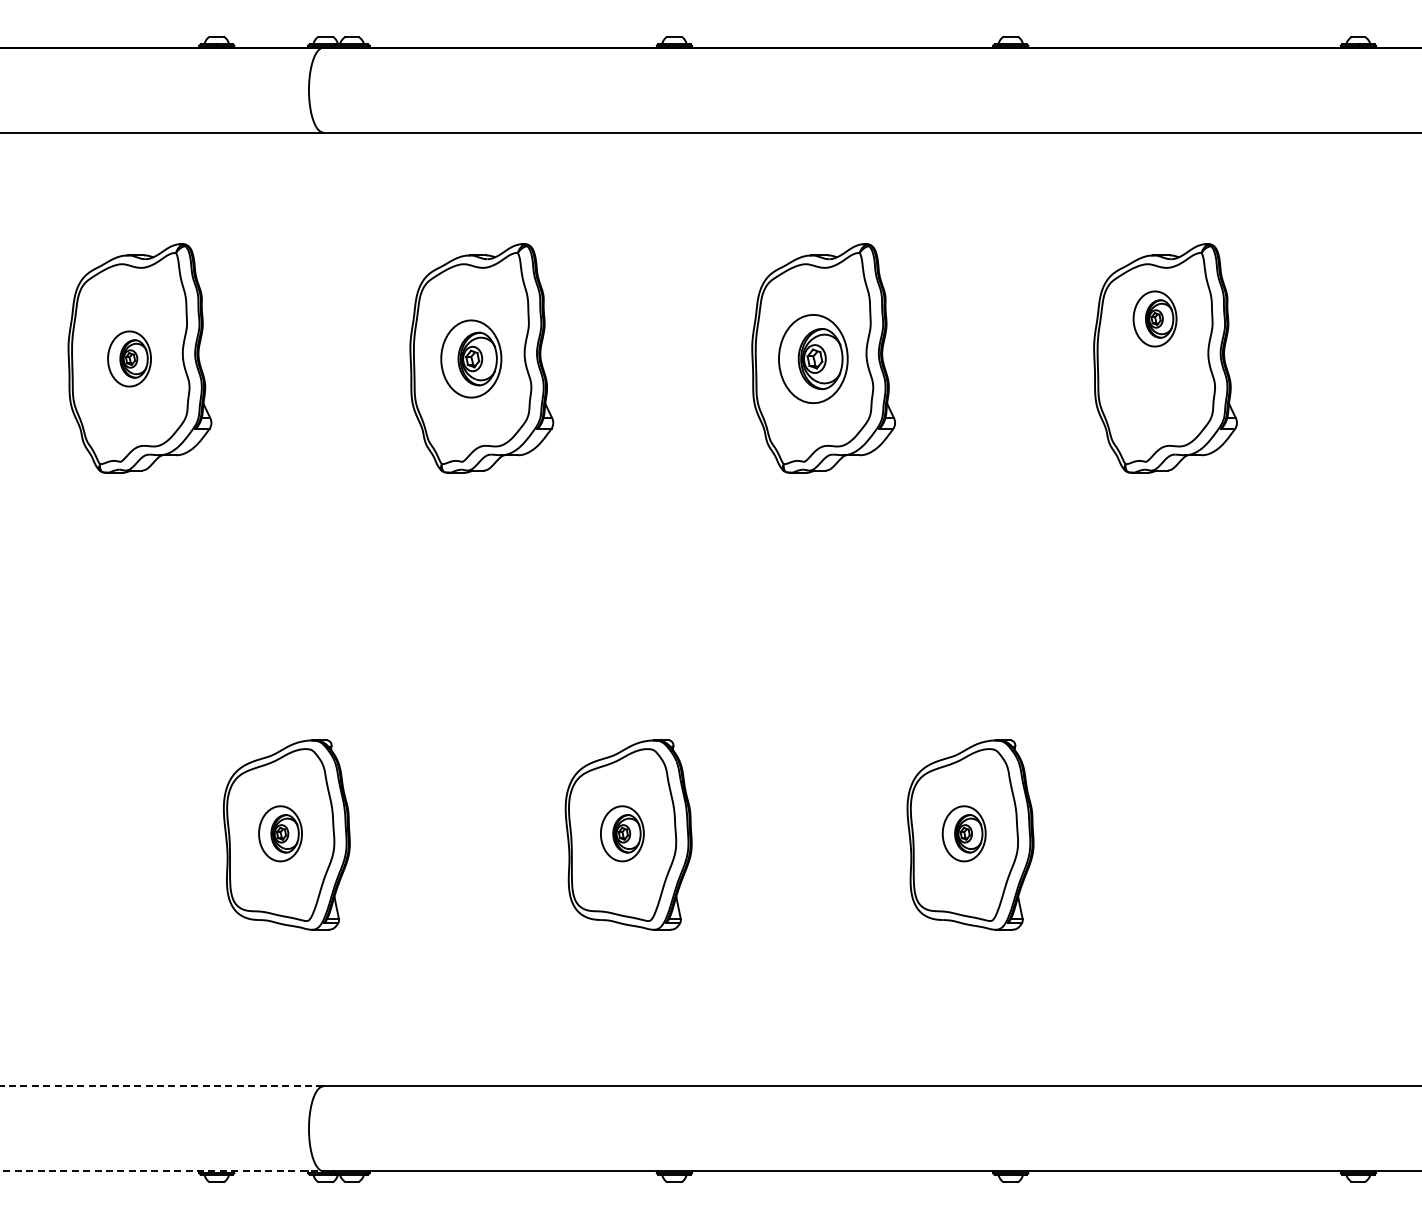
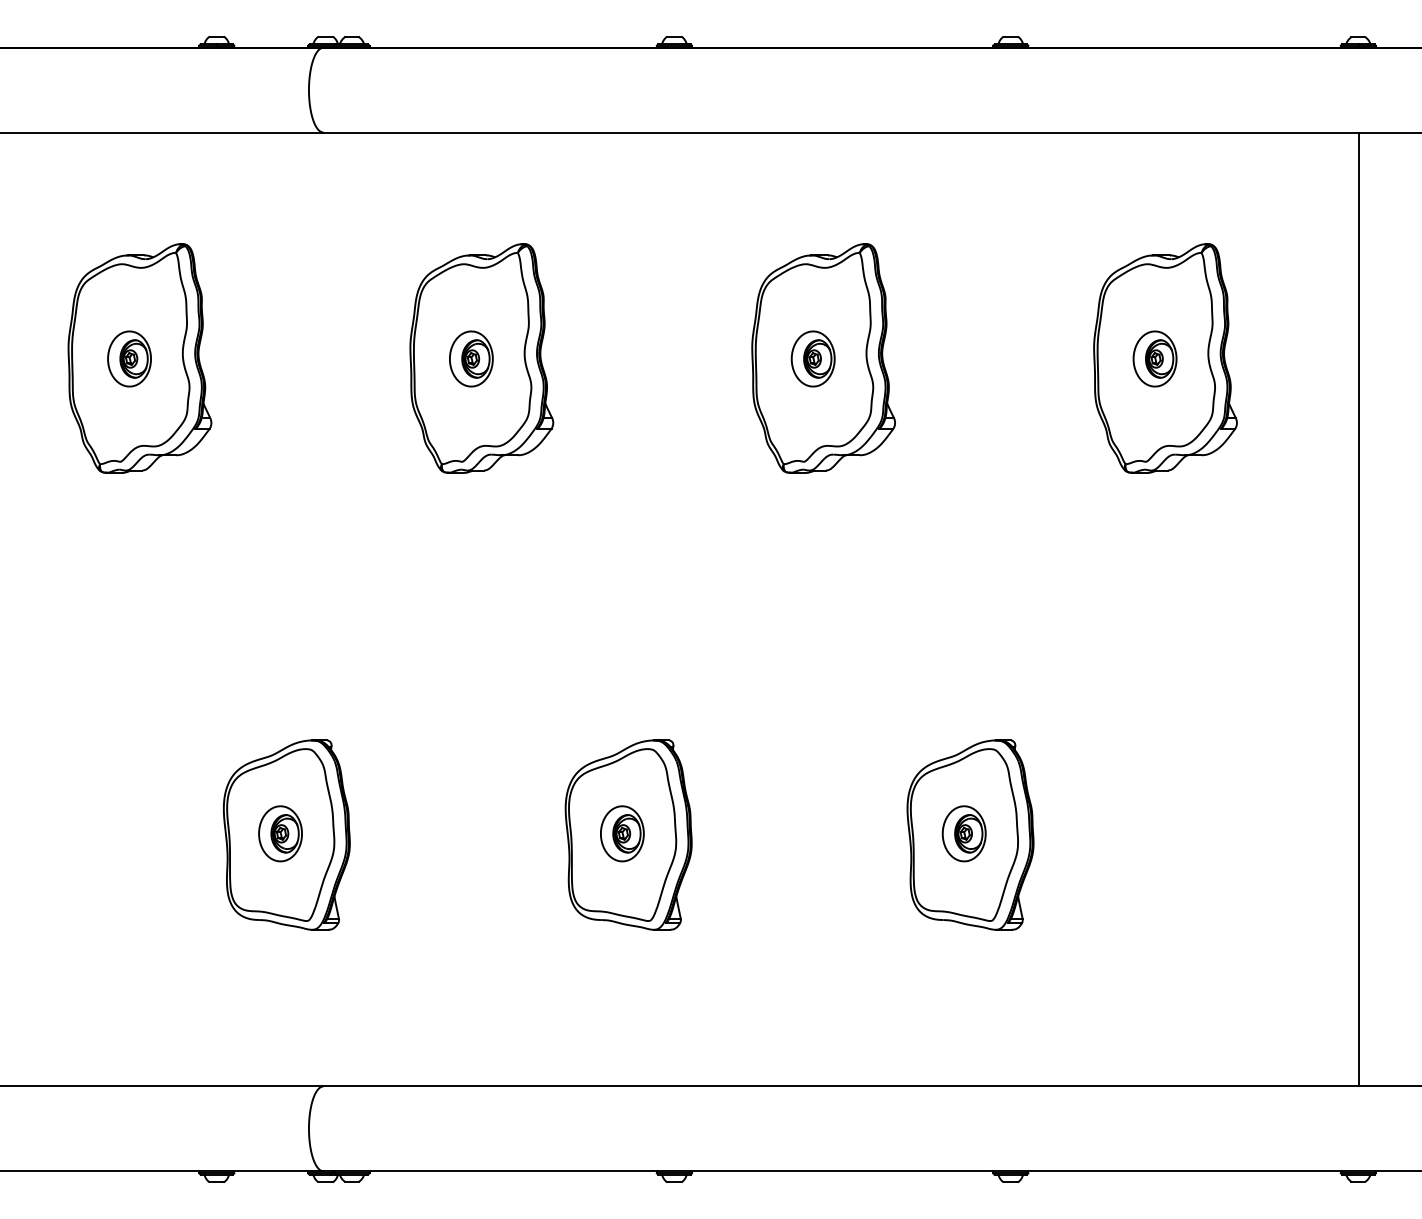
part at (1154, 318) position: (1154, 318) -> (1154, 358)
part at (471, 358) size: 63x80 px -> 45x58 px
part at (813, 359) size: 71x91 px -> 46x58 px
line at (1359, 609): none -> present
line at (161, 1086): dashed -> solid
line at (162, 1171): dashed -> solid
